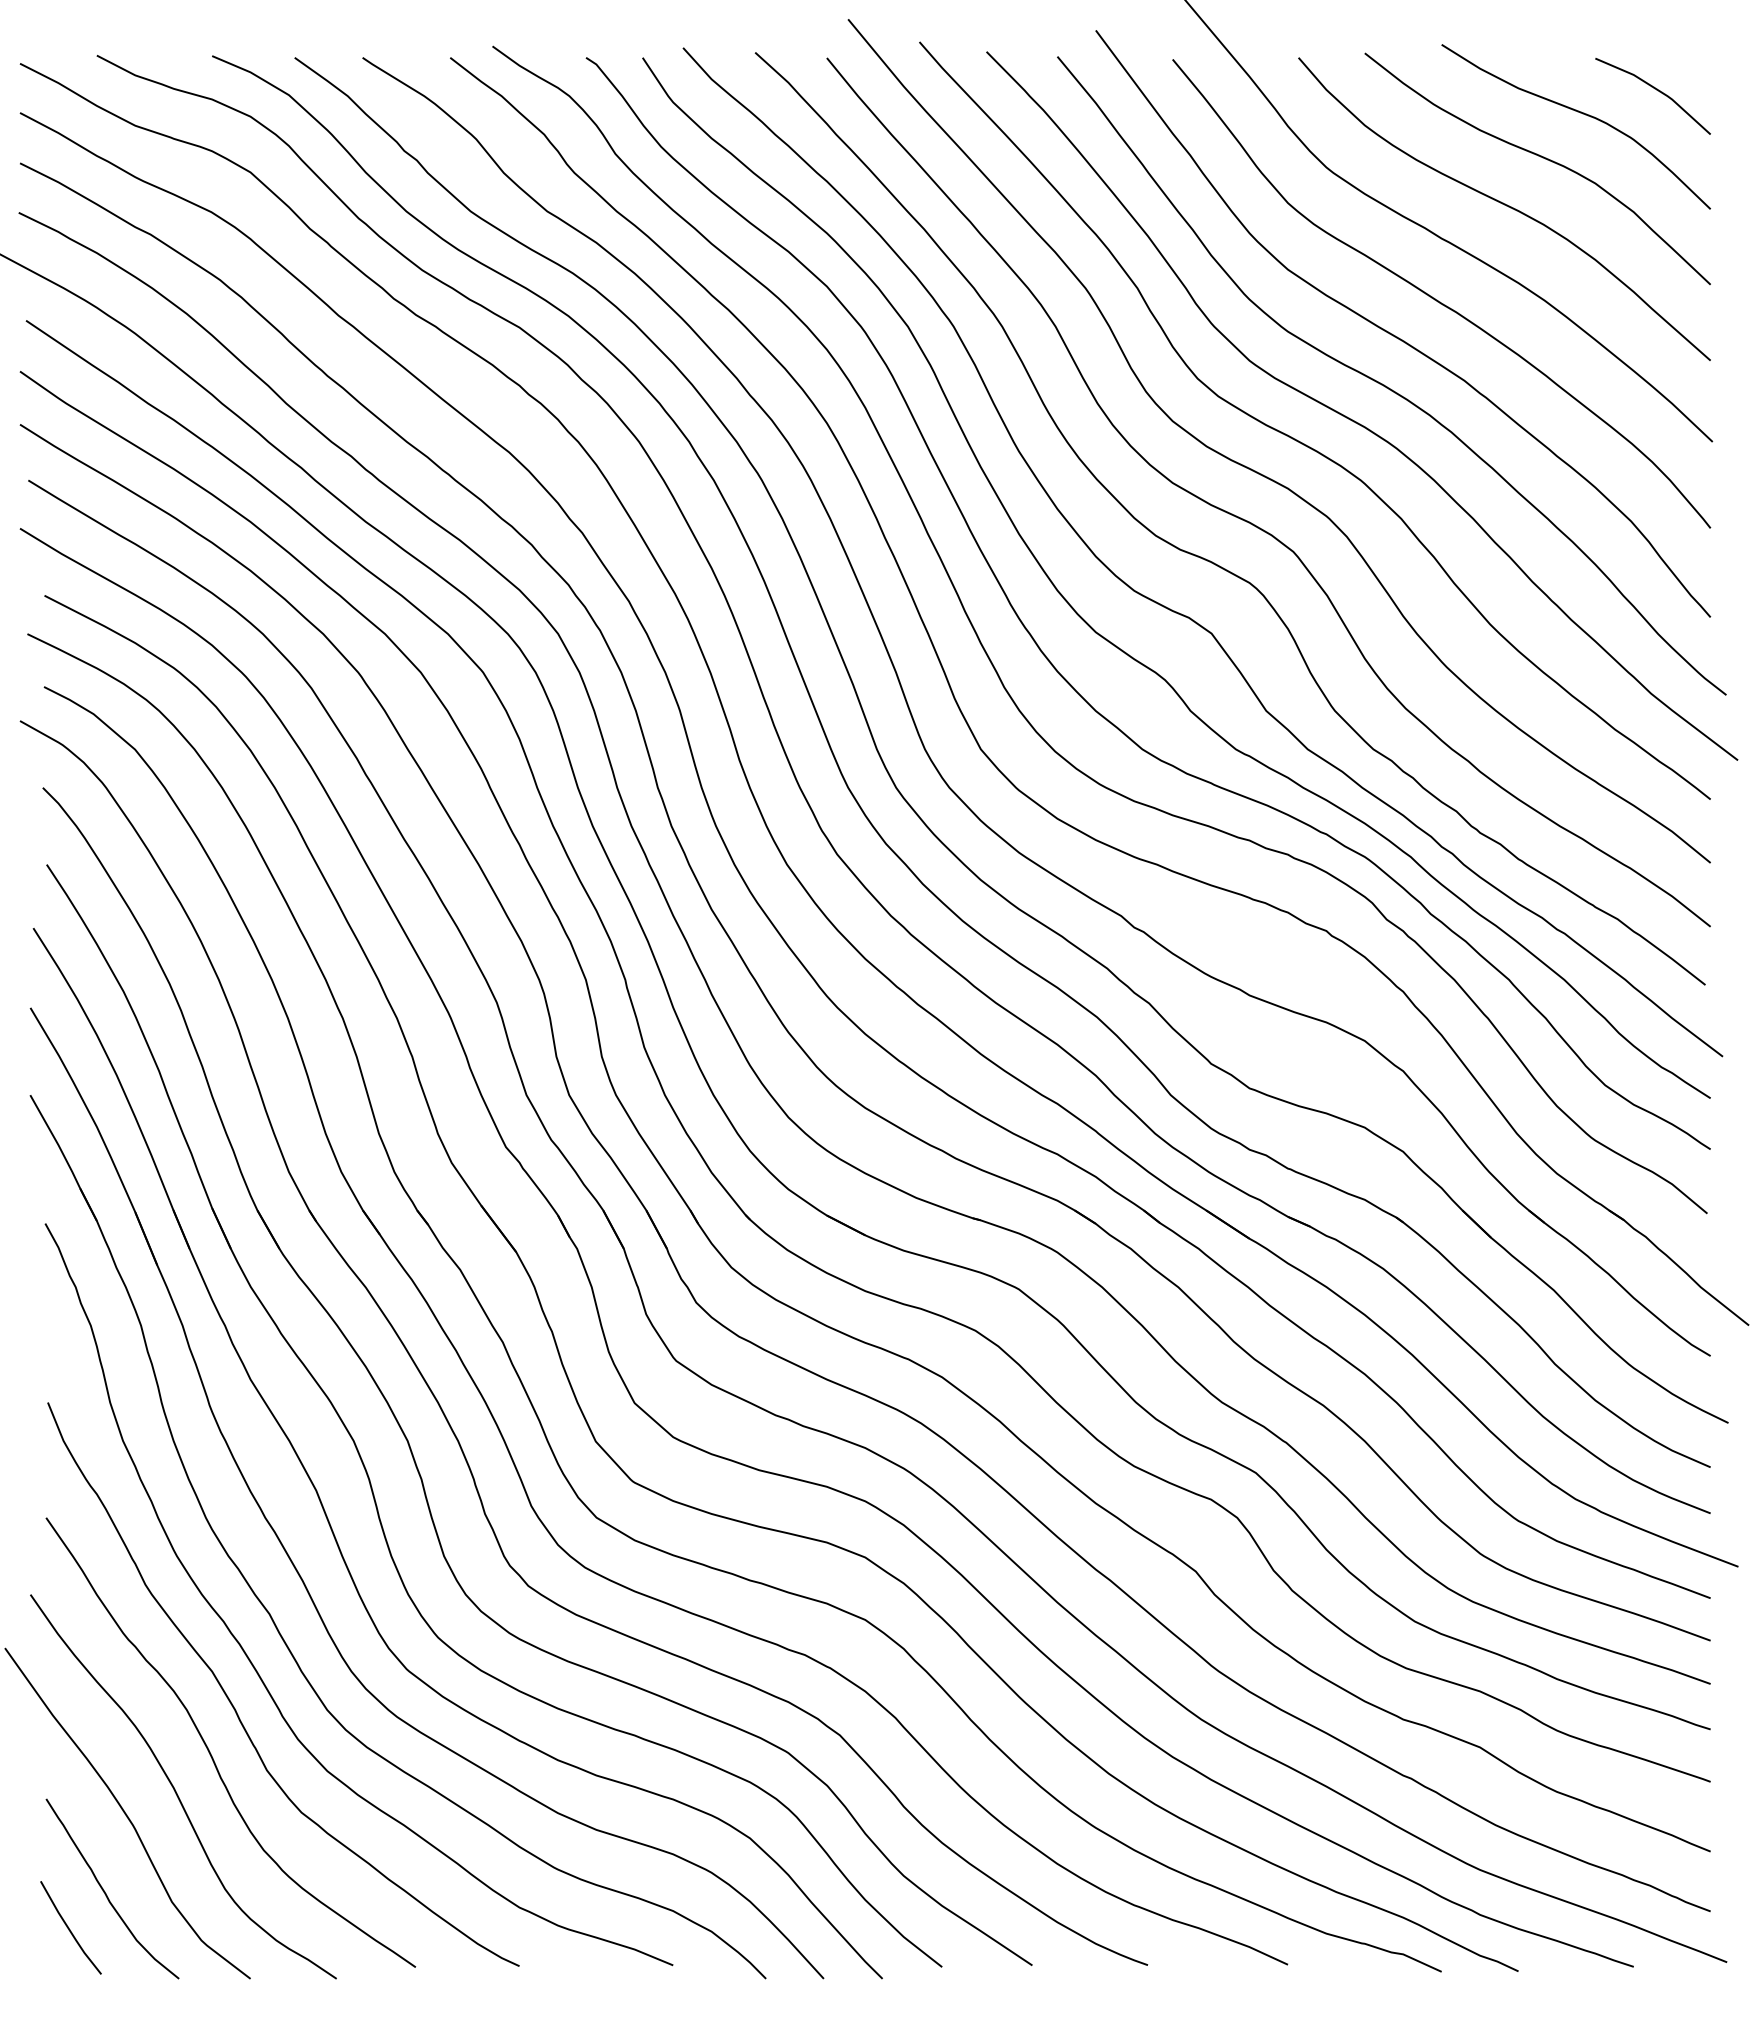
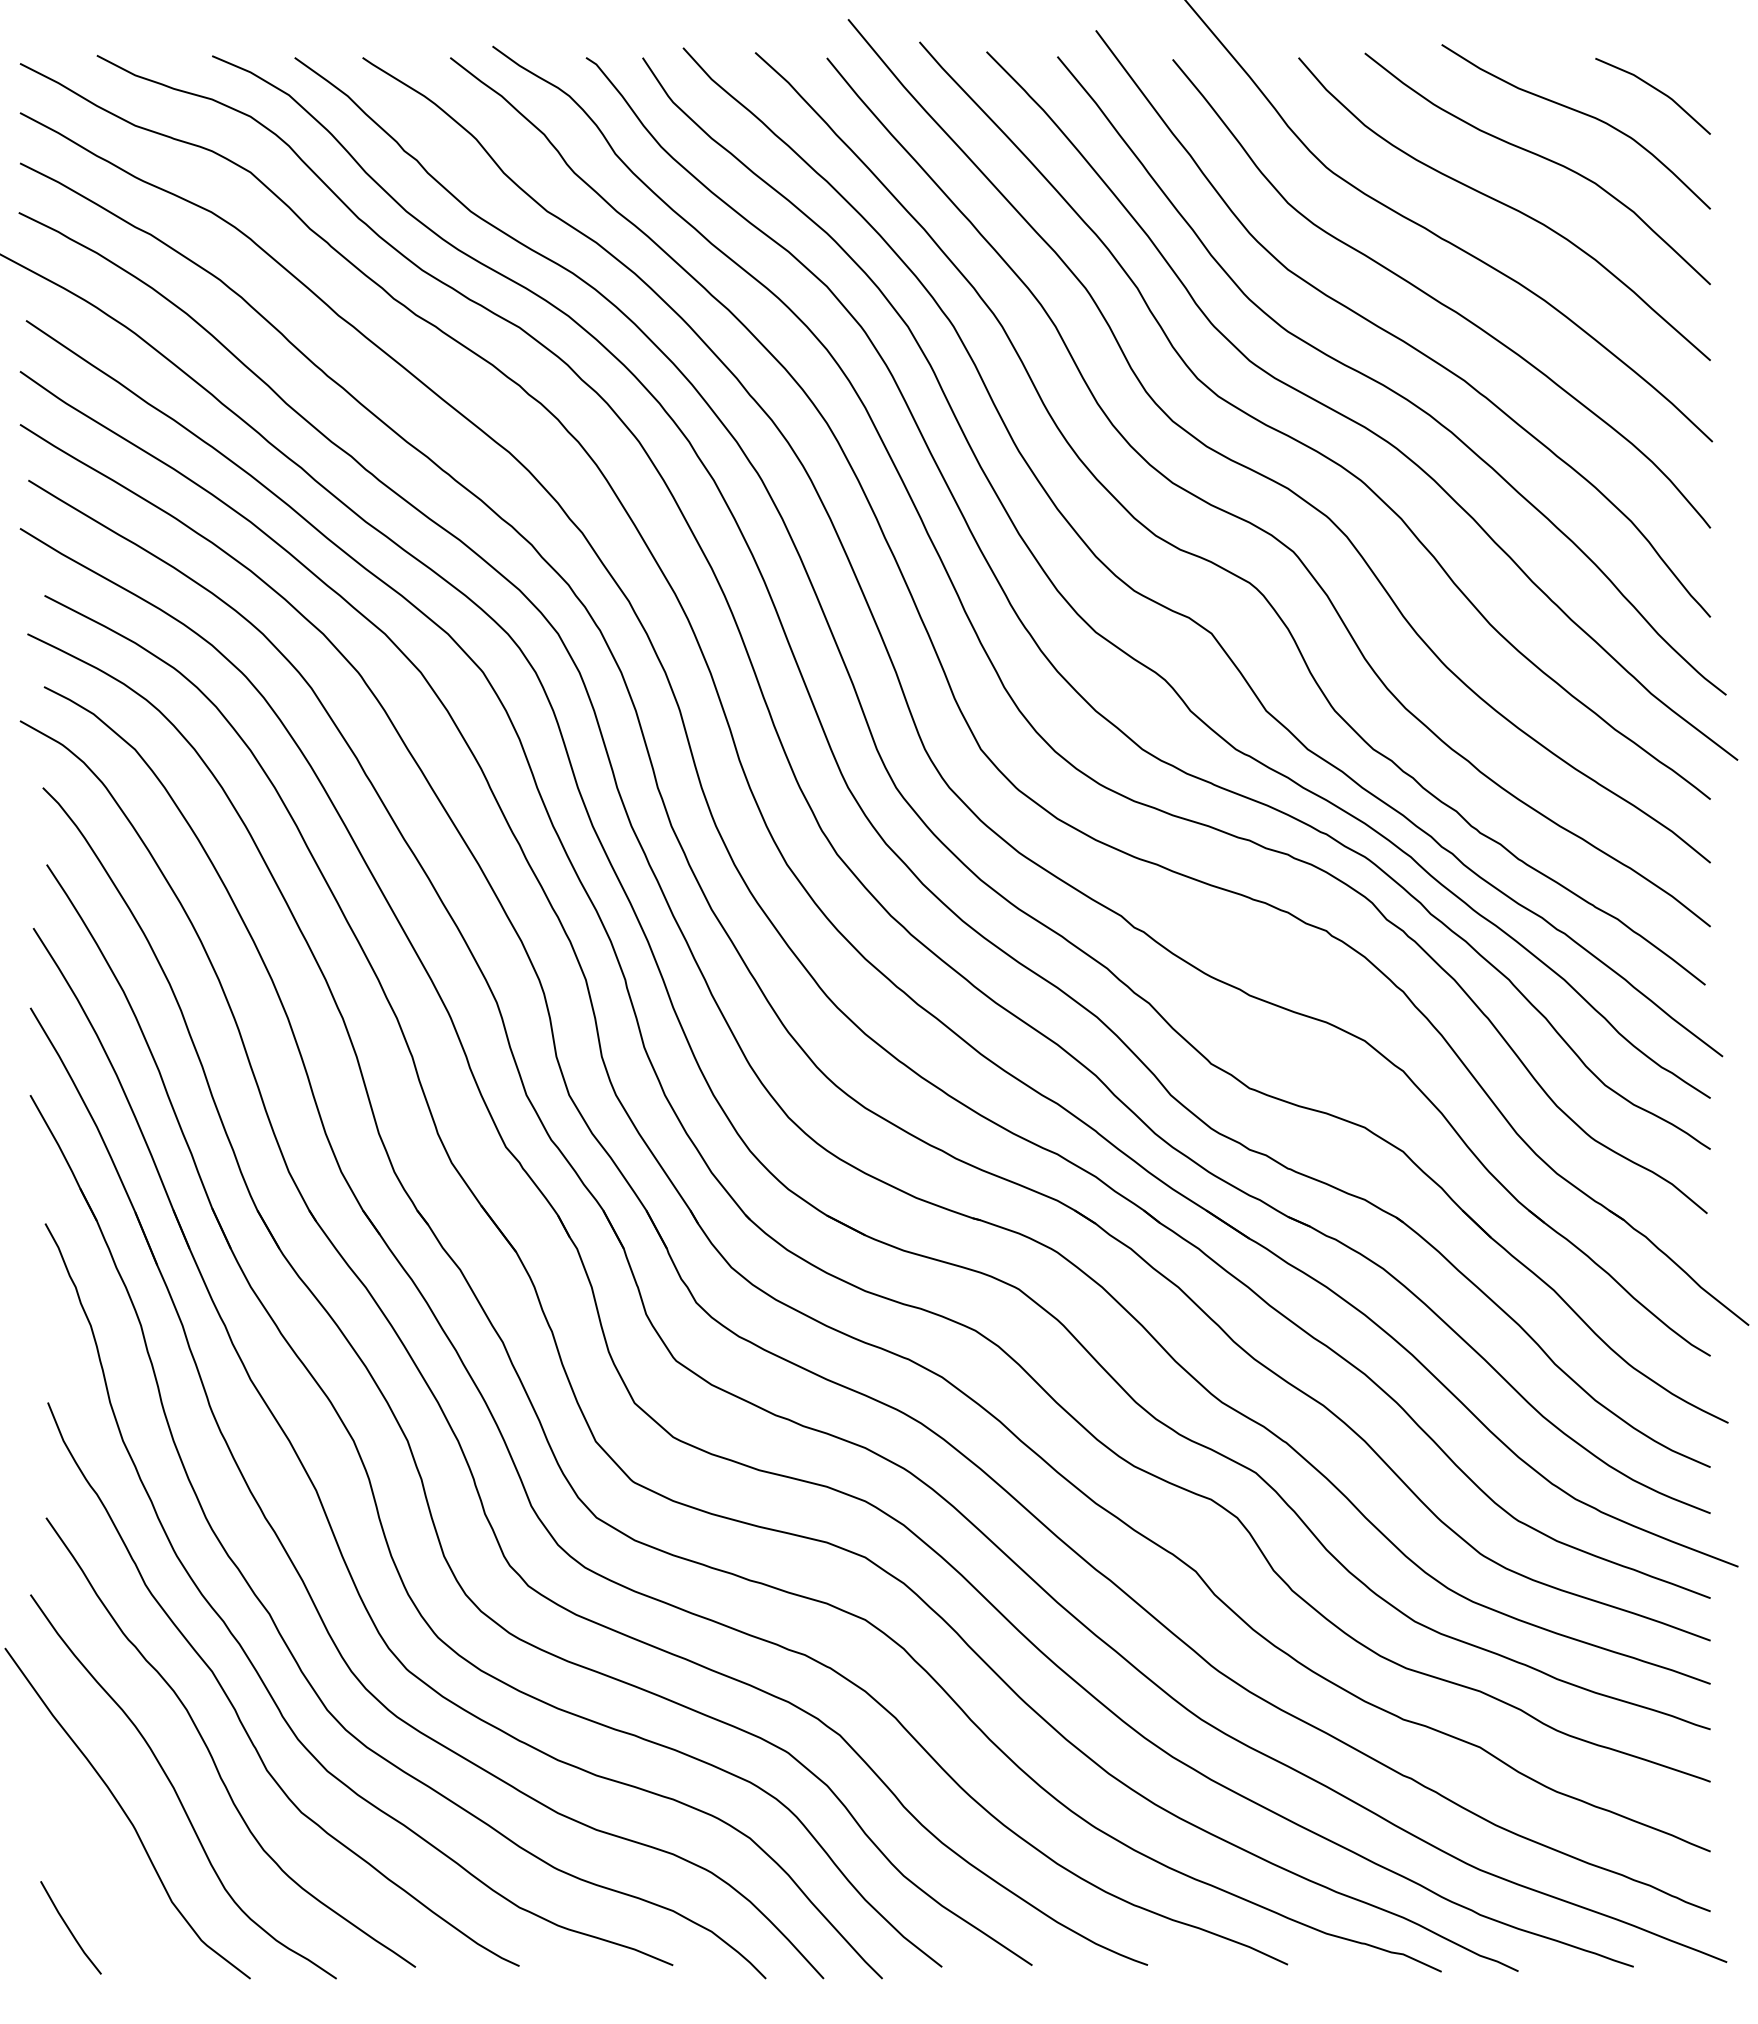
curve at (105, 1891): present -> none
